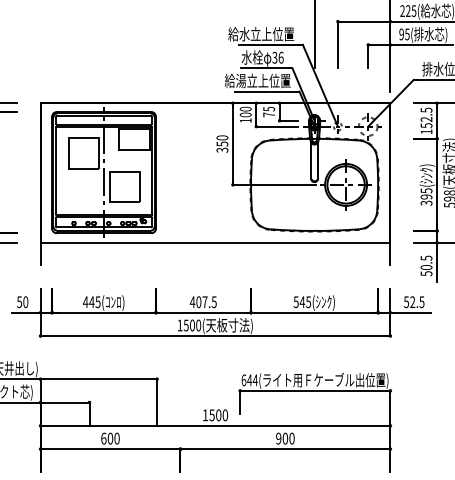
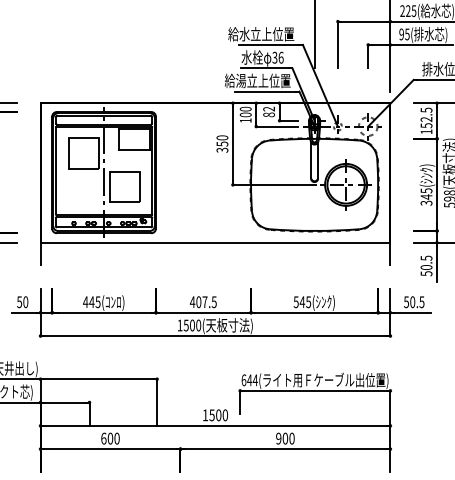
text at (269, 111): 75 -> 82
text at (426, 196): 395( -> 345(
text at (412, 302): 52.5 -> 50.5
